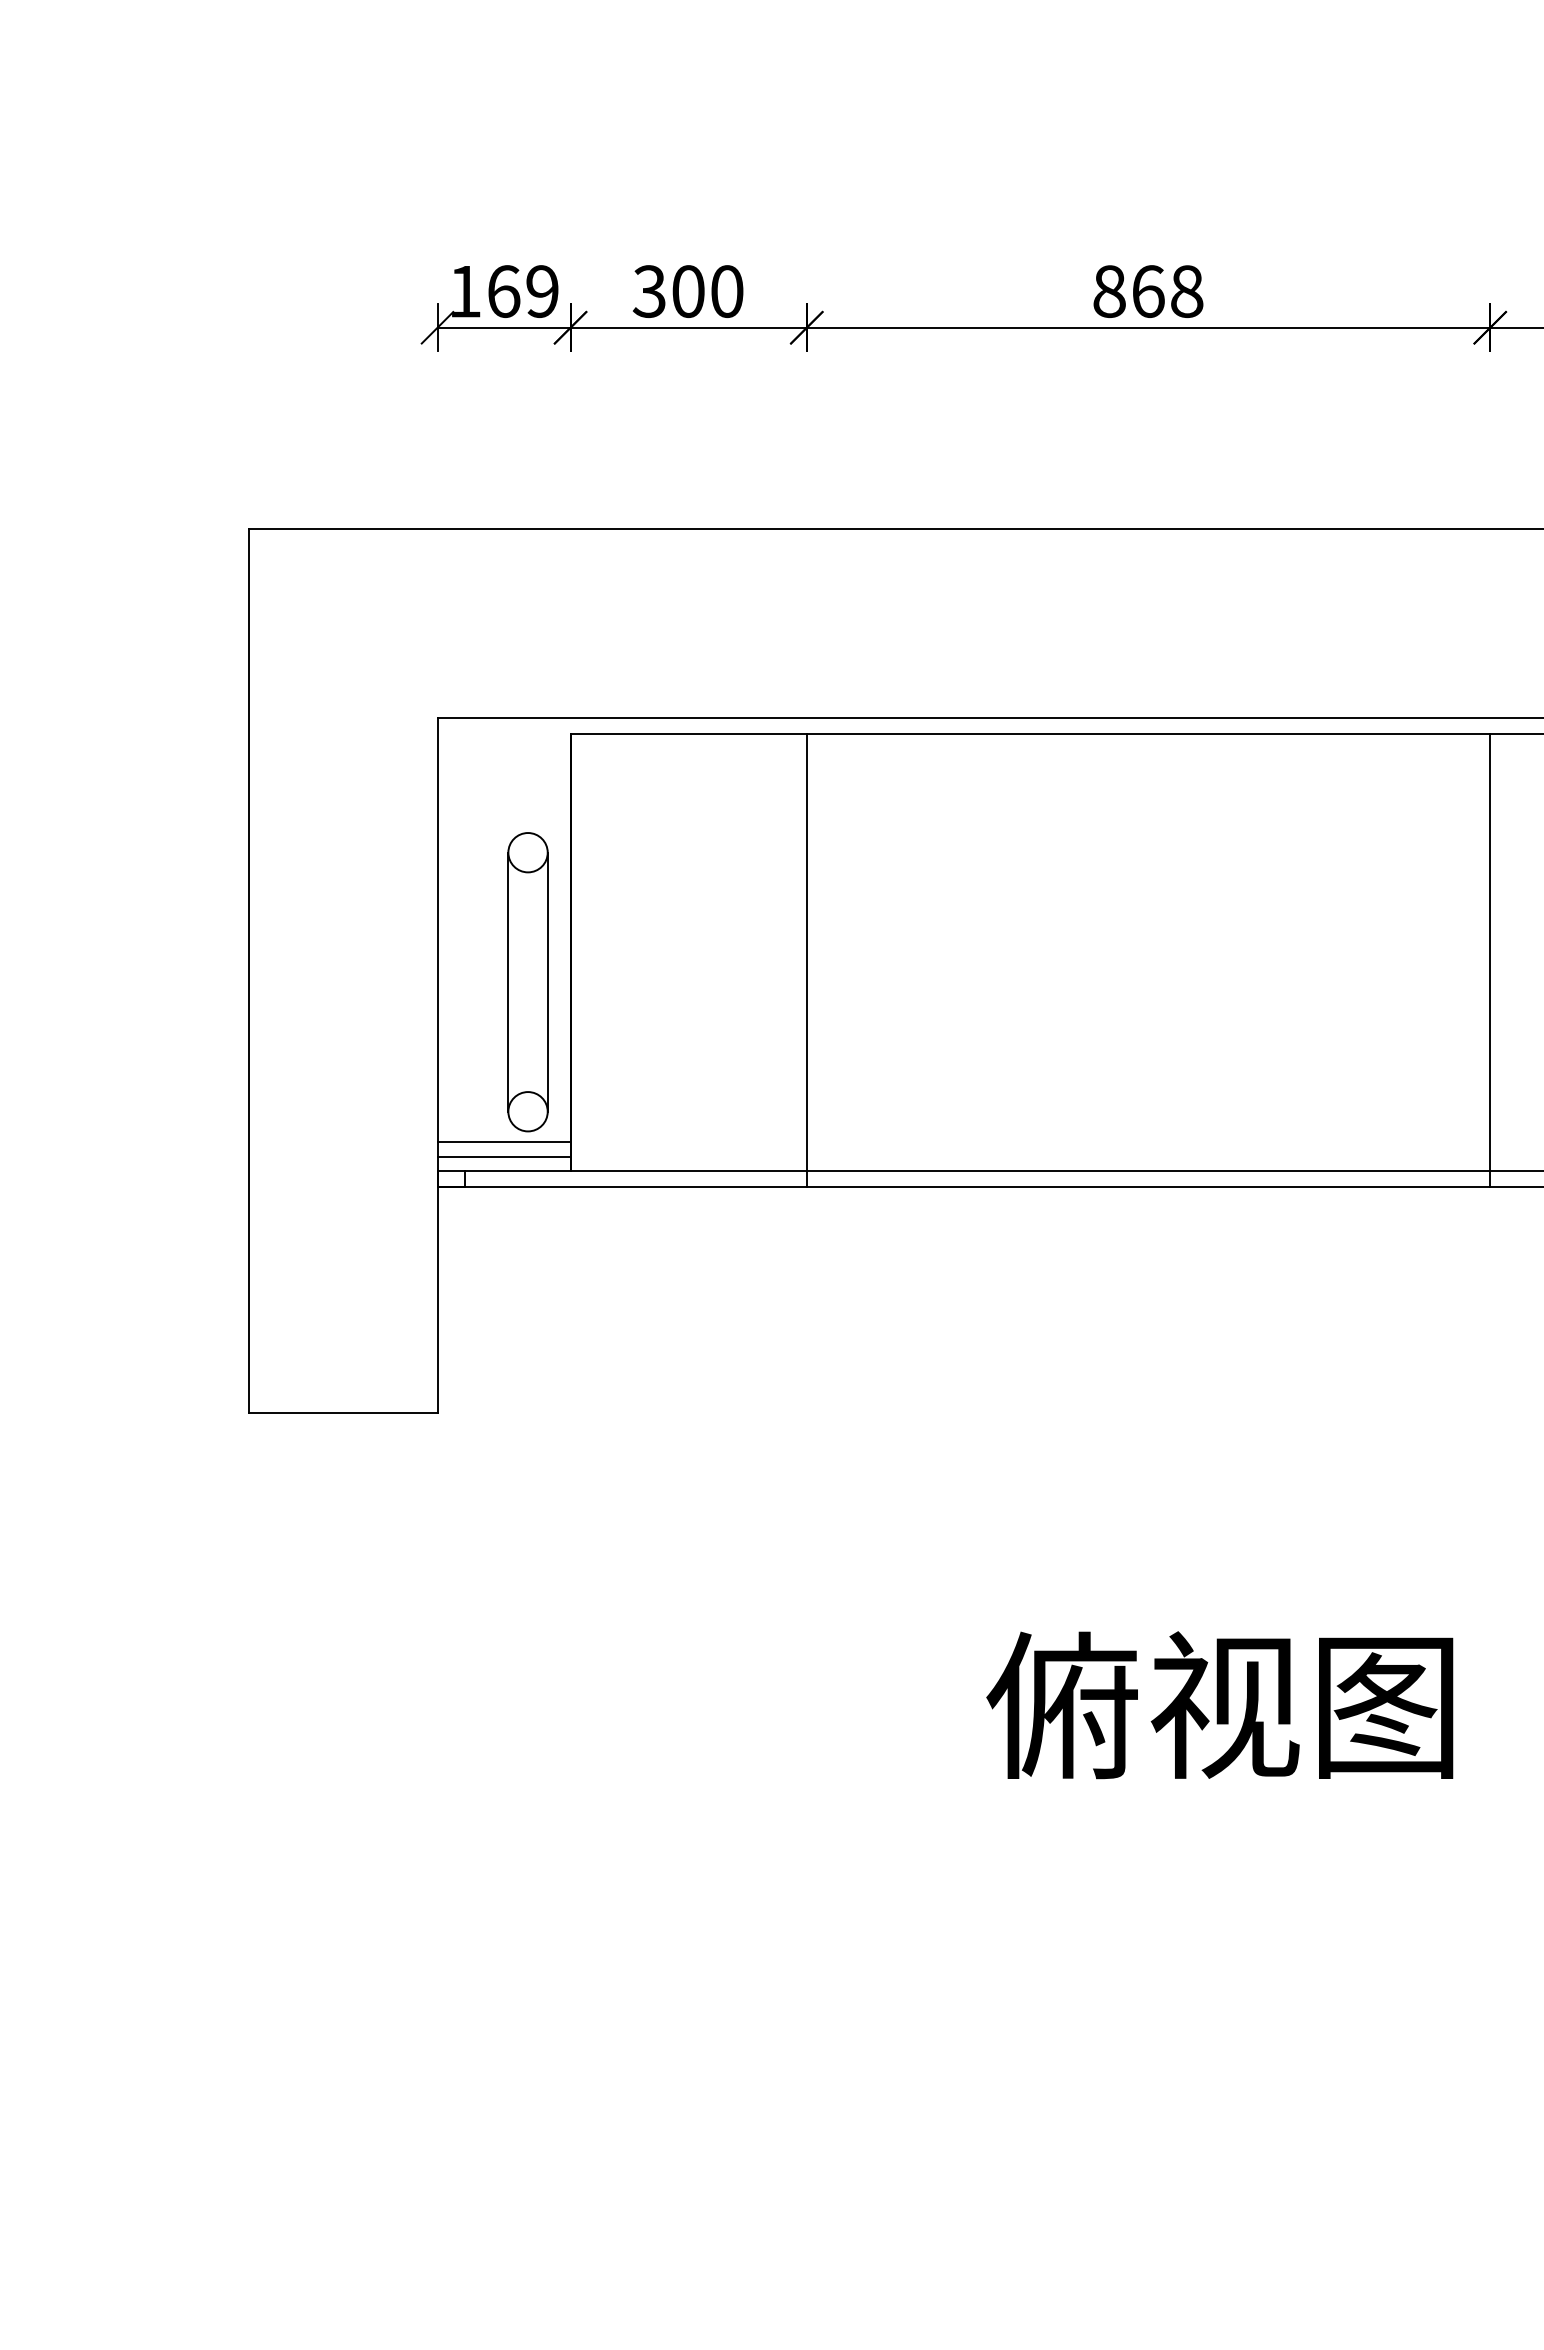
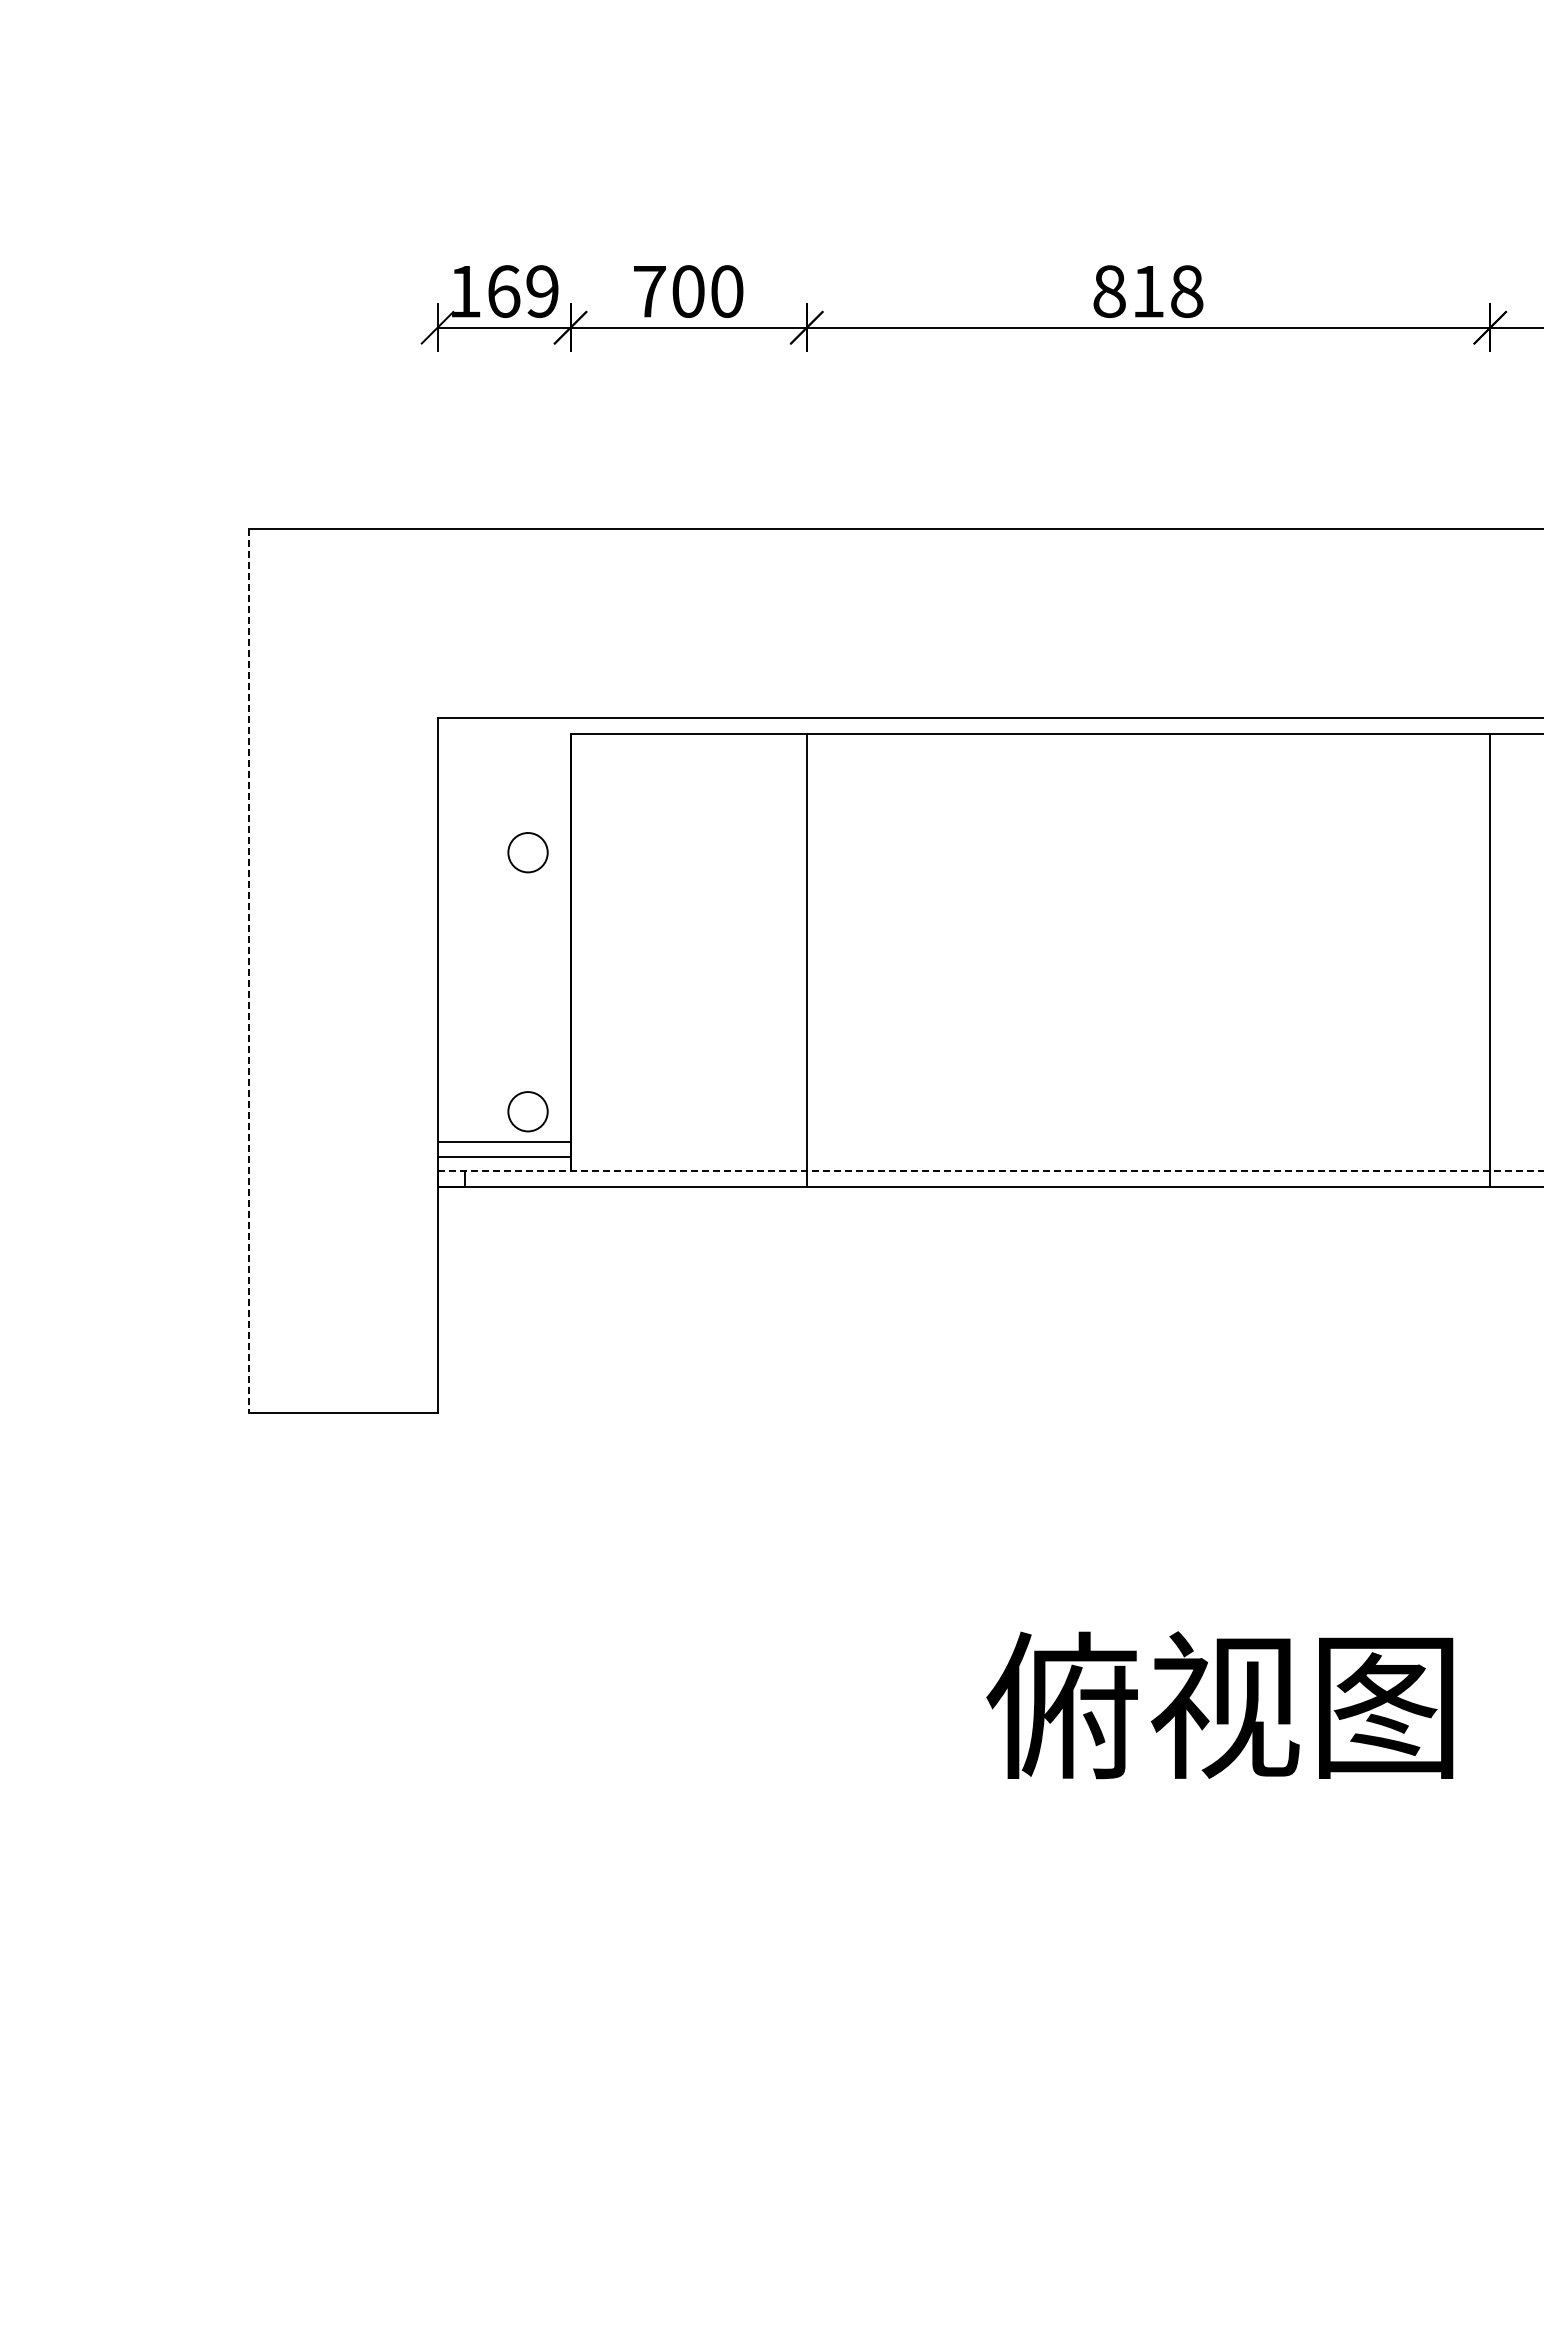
text at (648, 291): 300 -> 700
text at (1148, 291): 868 -> 818
line at (248, 971): solid -> dashed
line at (508, 981): present -> none
line at (547, 981): present -> none
line at (990, 1170): solid -> dashed
